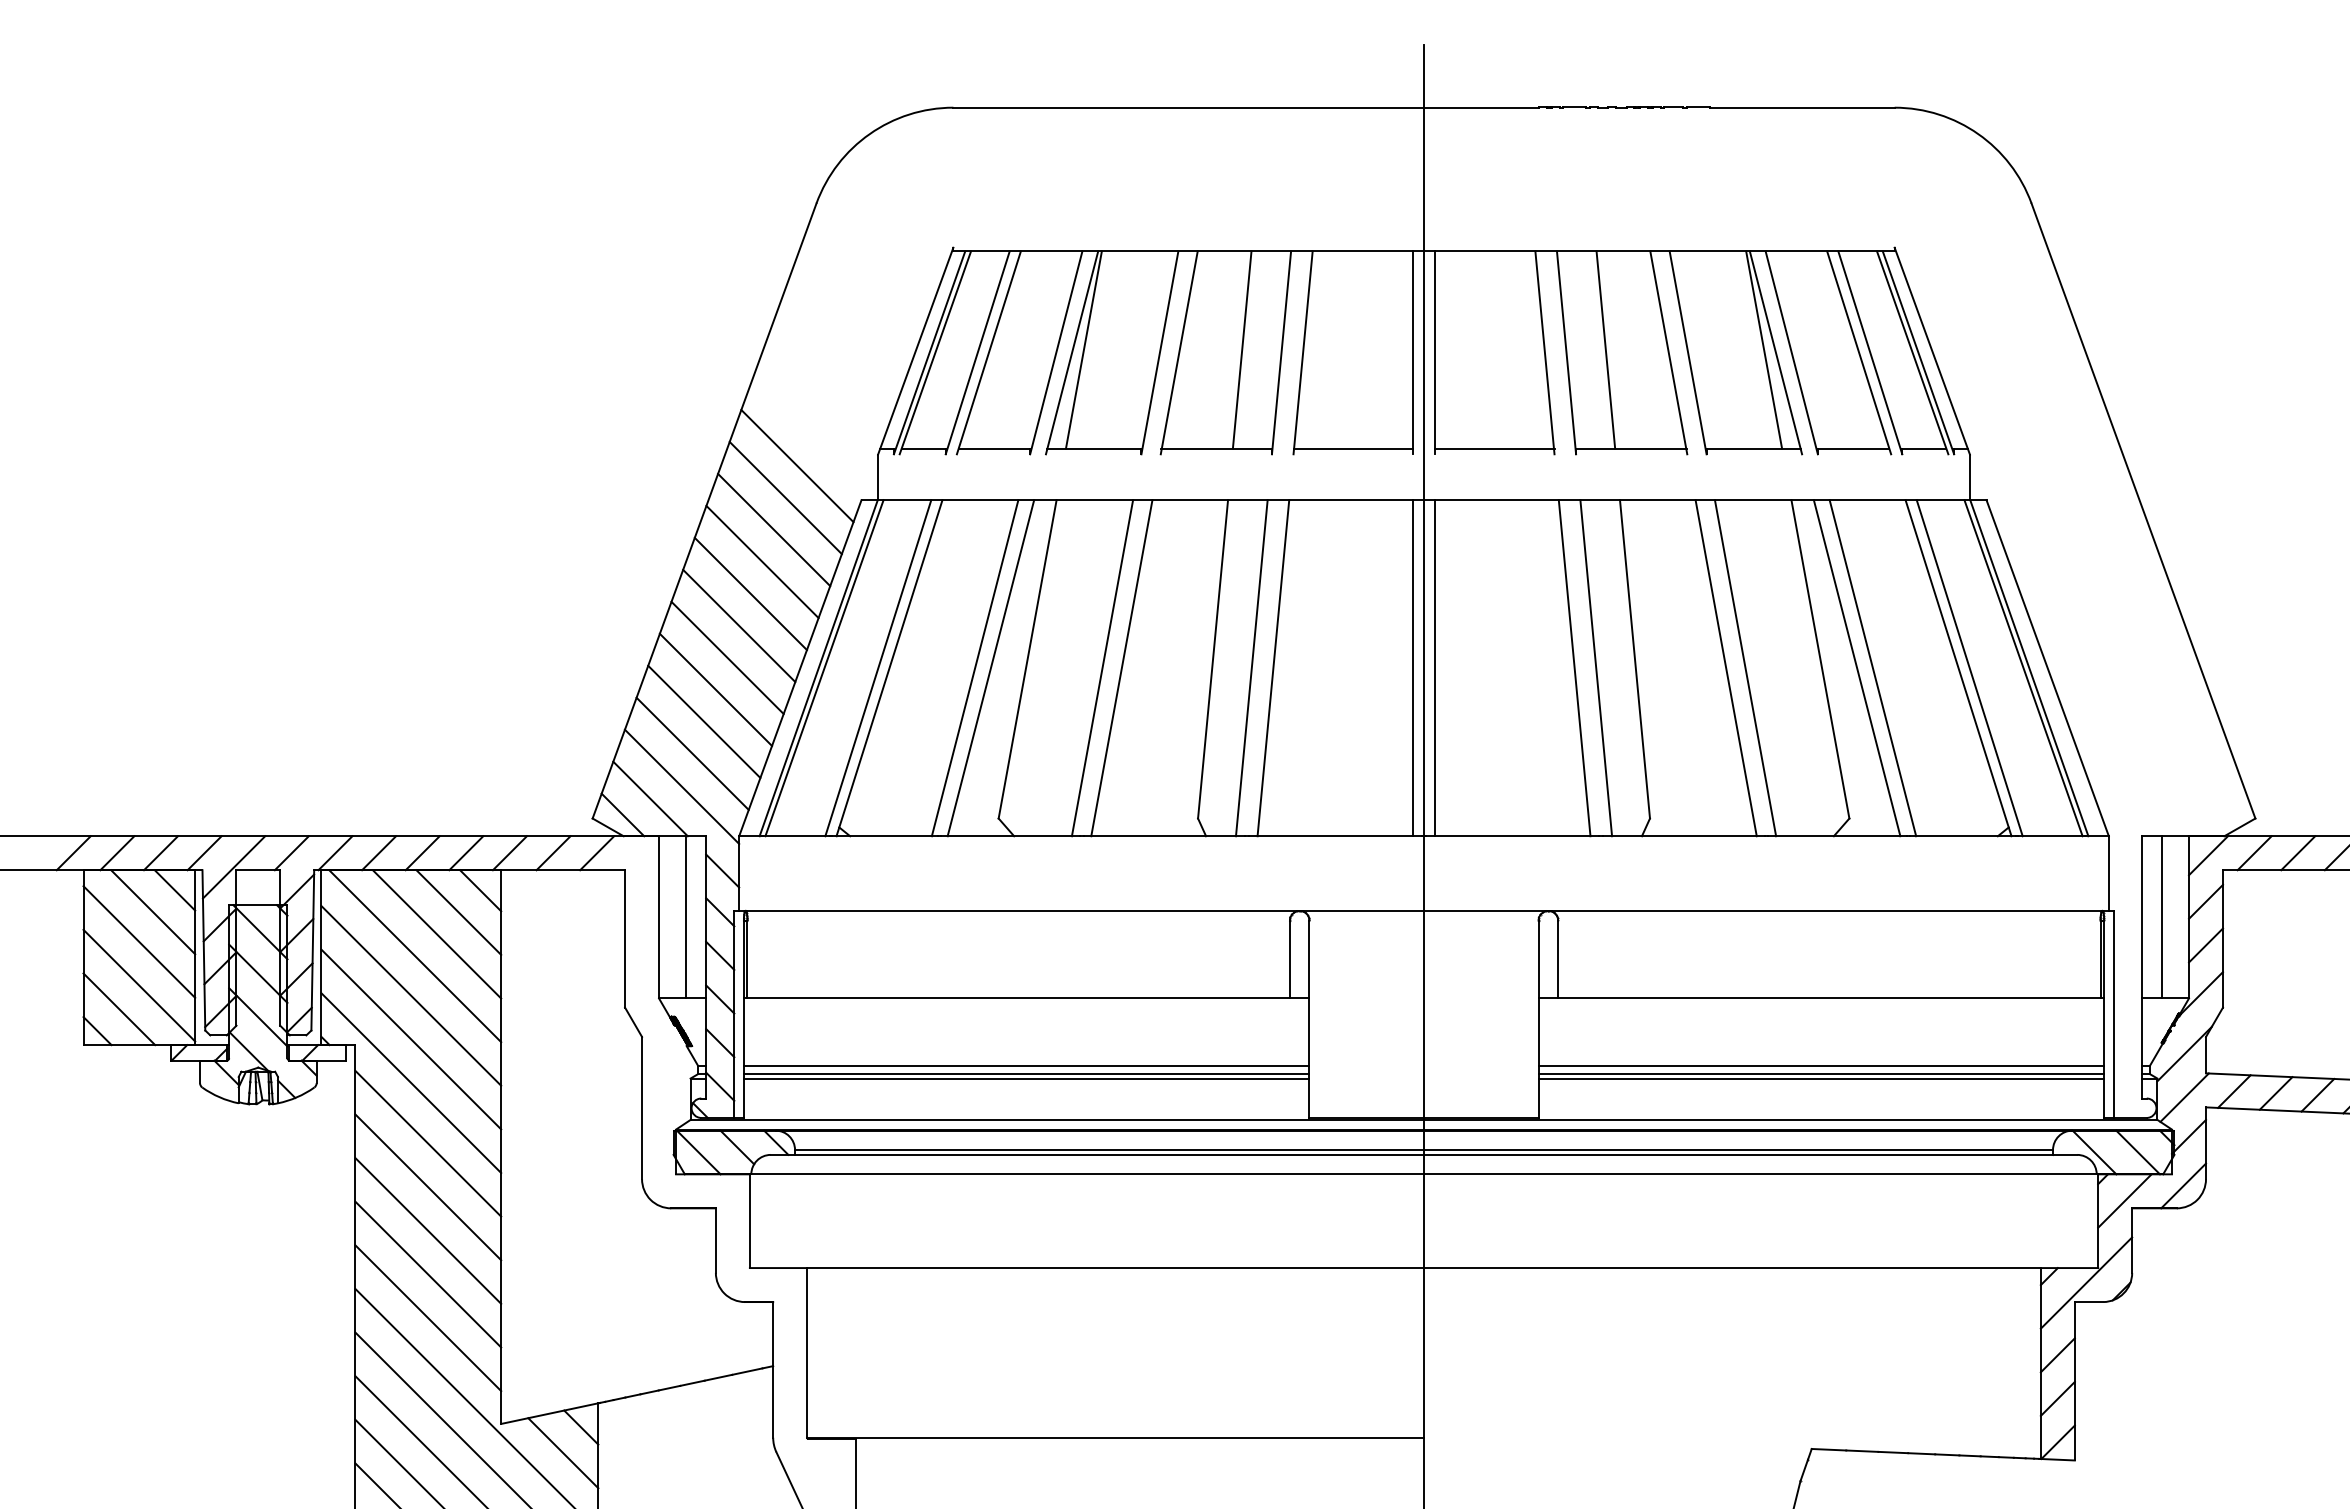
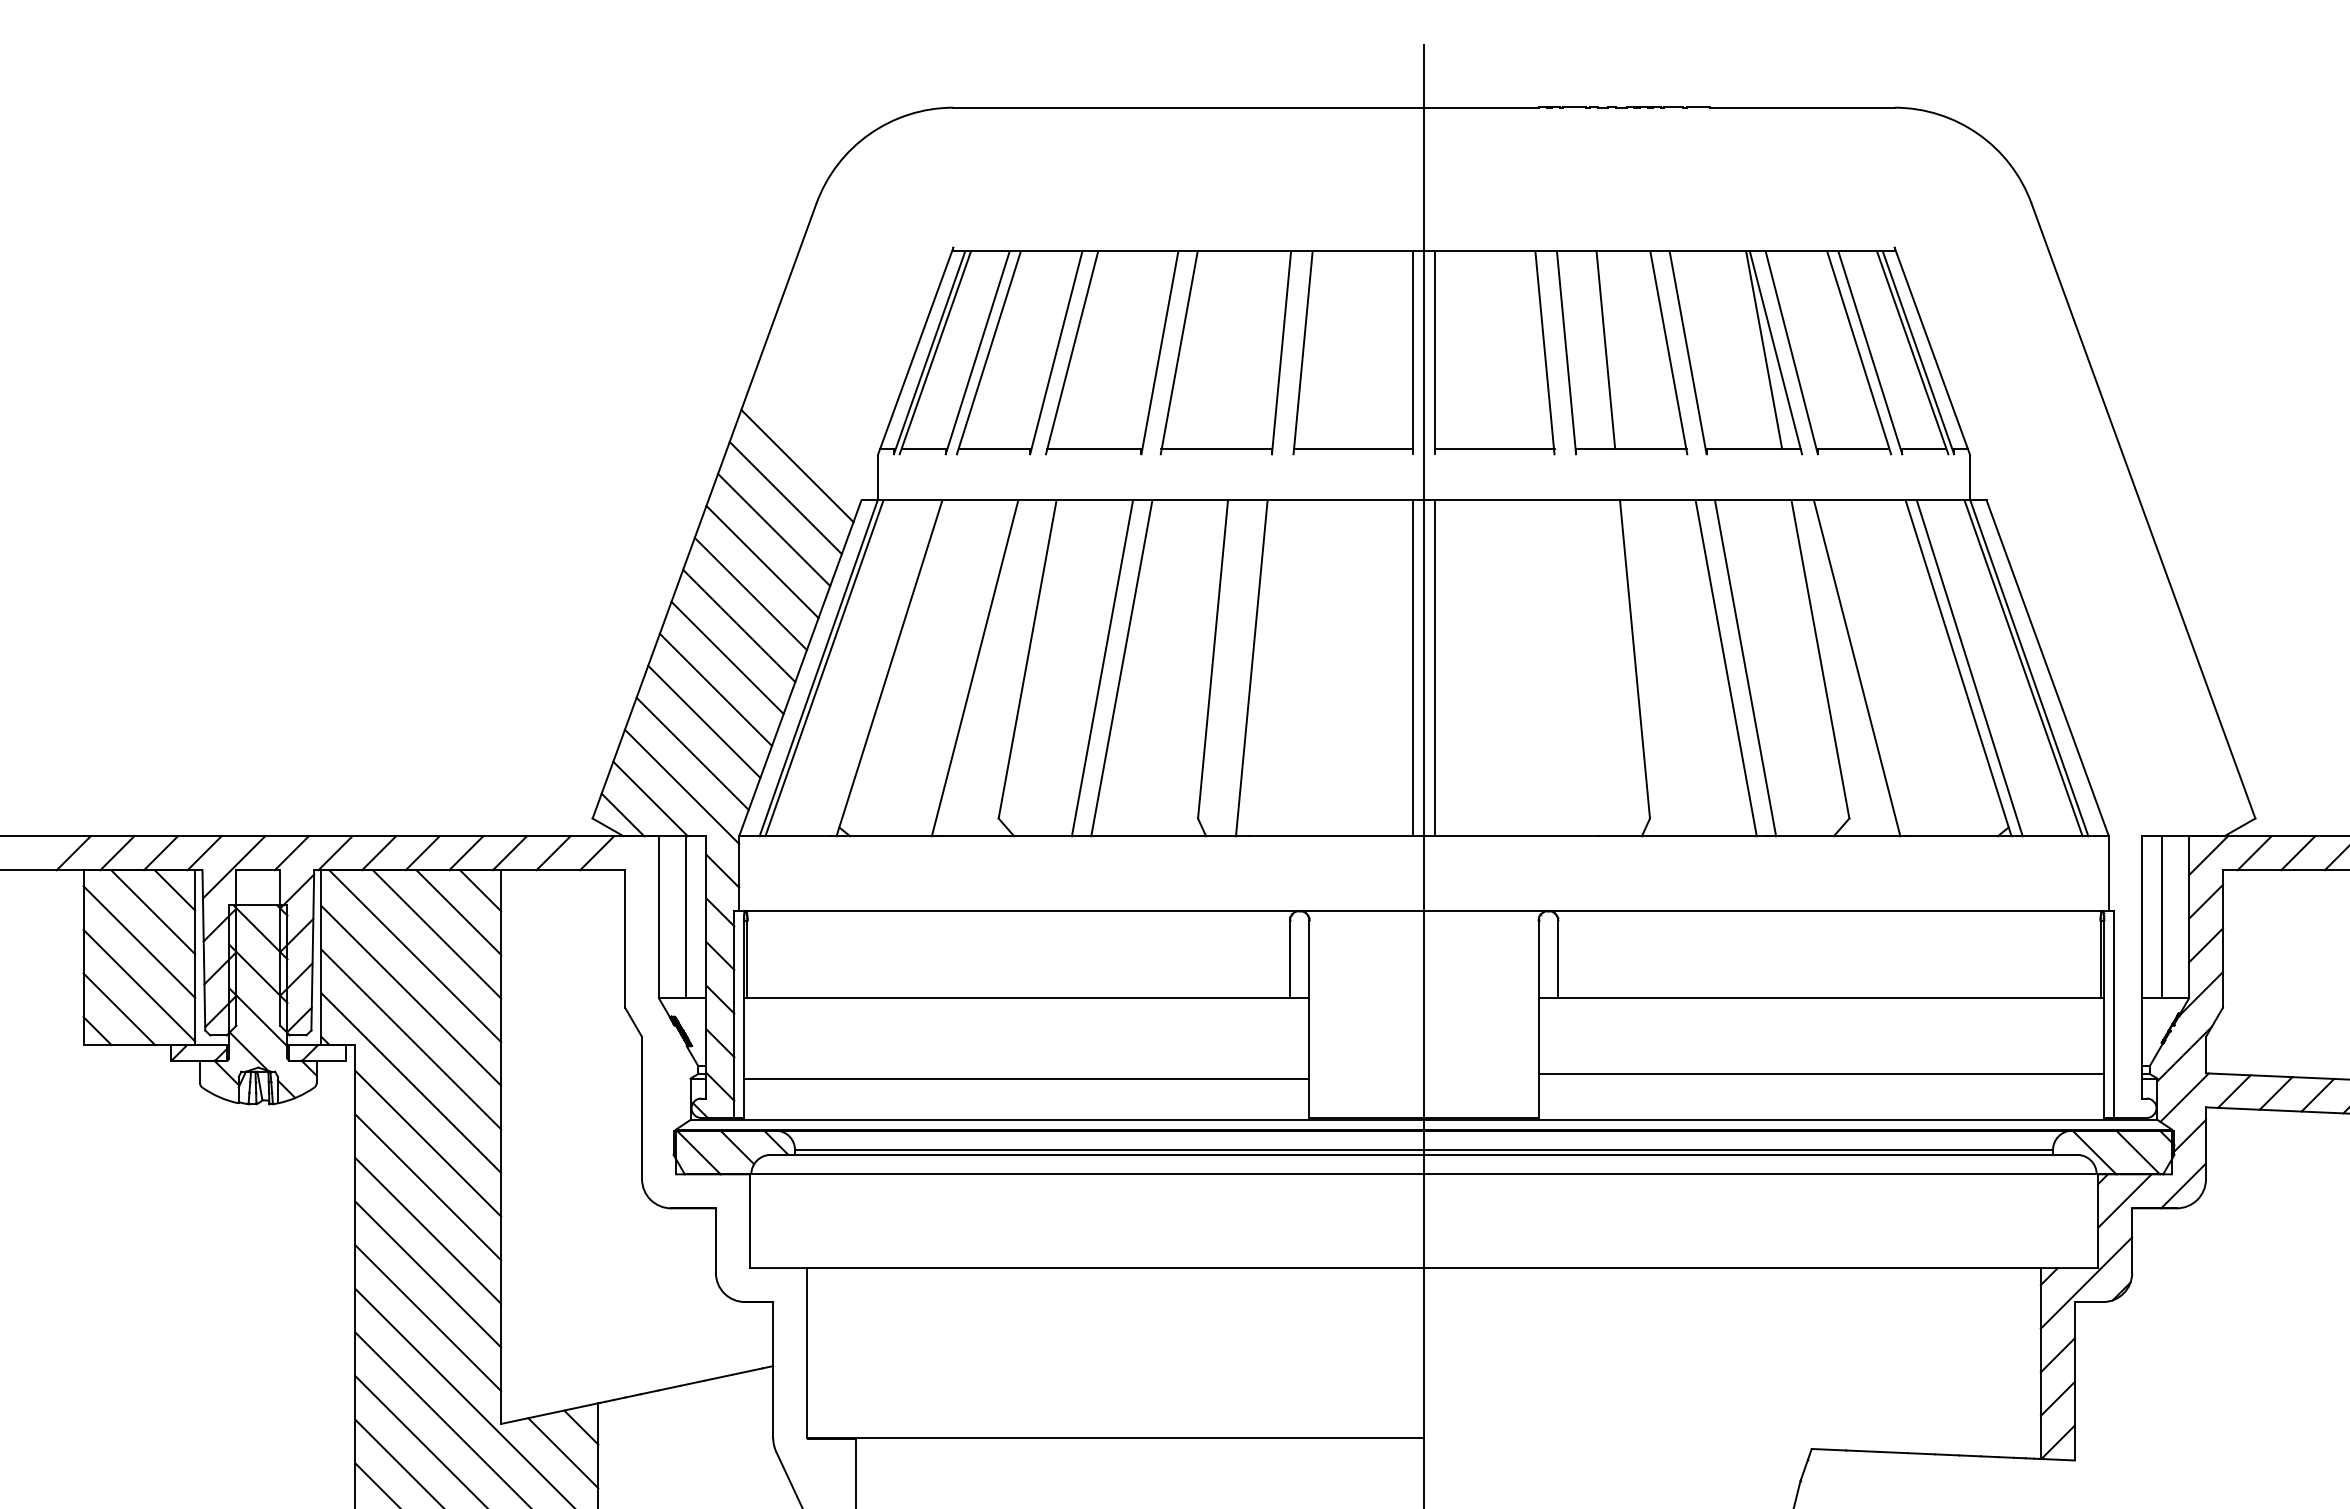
line at (1083, 349): present -> none
line at (1241, 349): present -> none
line at (878, 668): present -> none
line at (990, 668): present -> none
line at (1273, 668): present -> none
line at (1574, 668): present -> none
line at (1596, 668): present -> none
line at (1872, 668): present -> none
line at (1026, 1065): present -> none
line at (1821, 1065): present -> none
line at (1026, 1074): present -> none
line at (1821, 1078): present -> none
